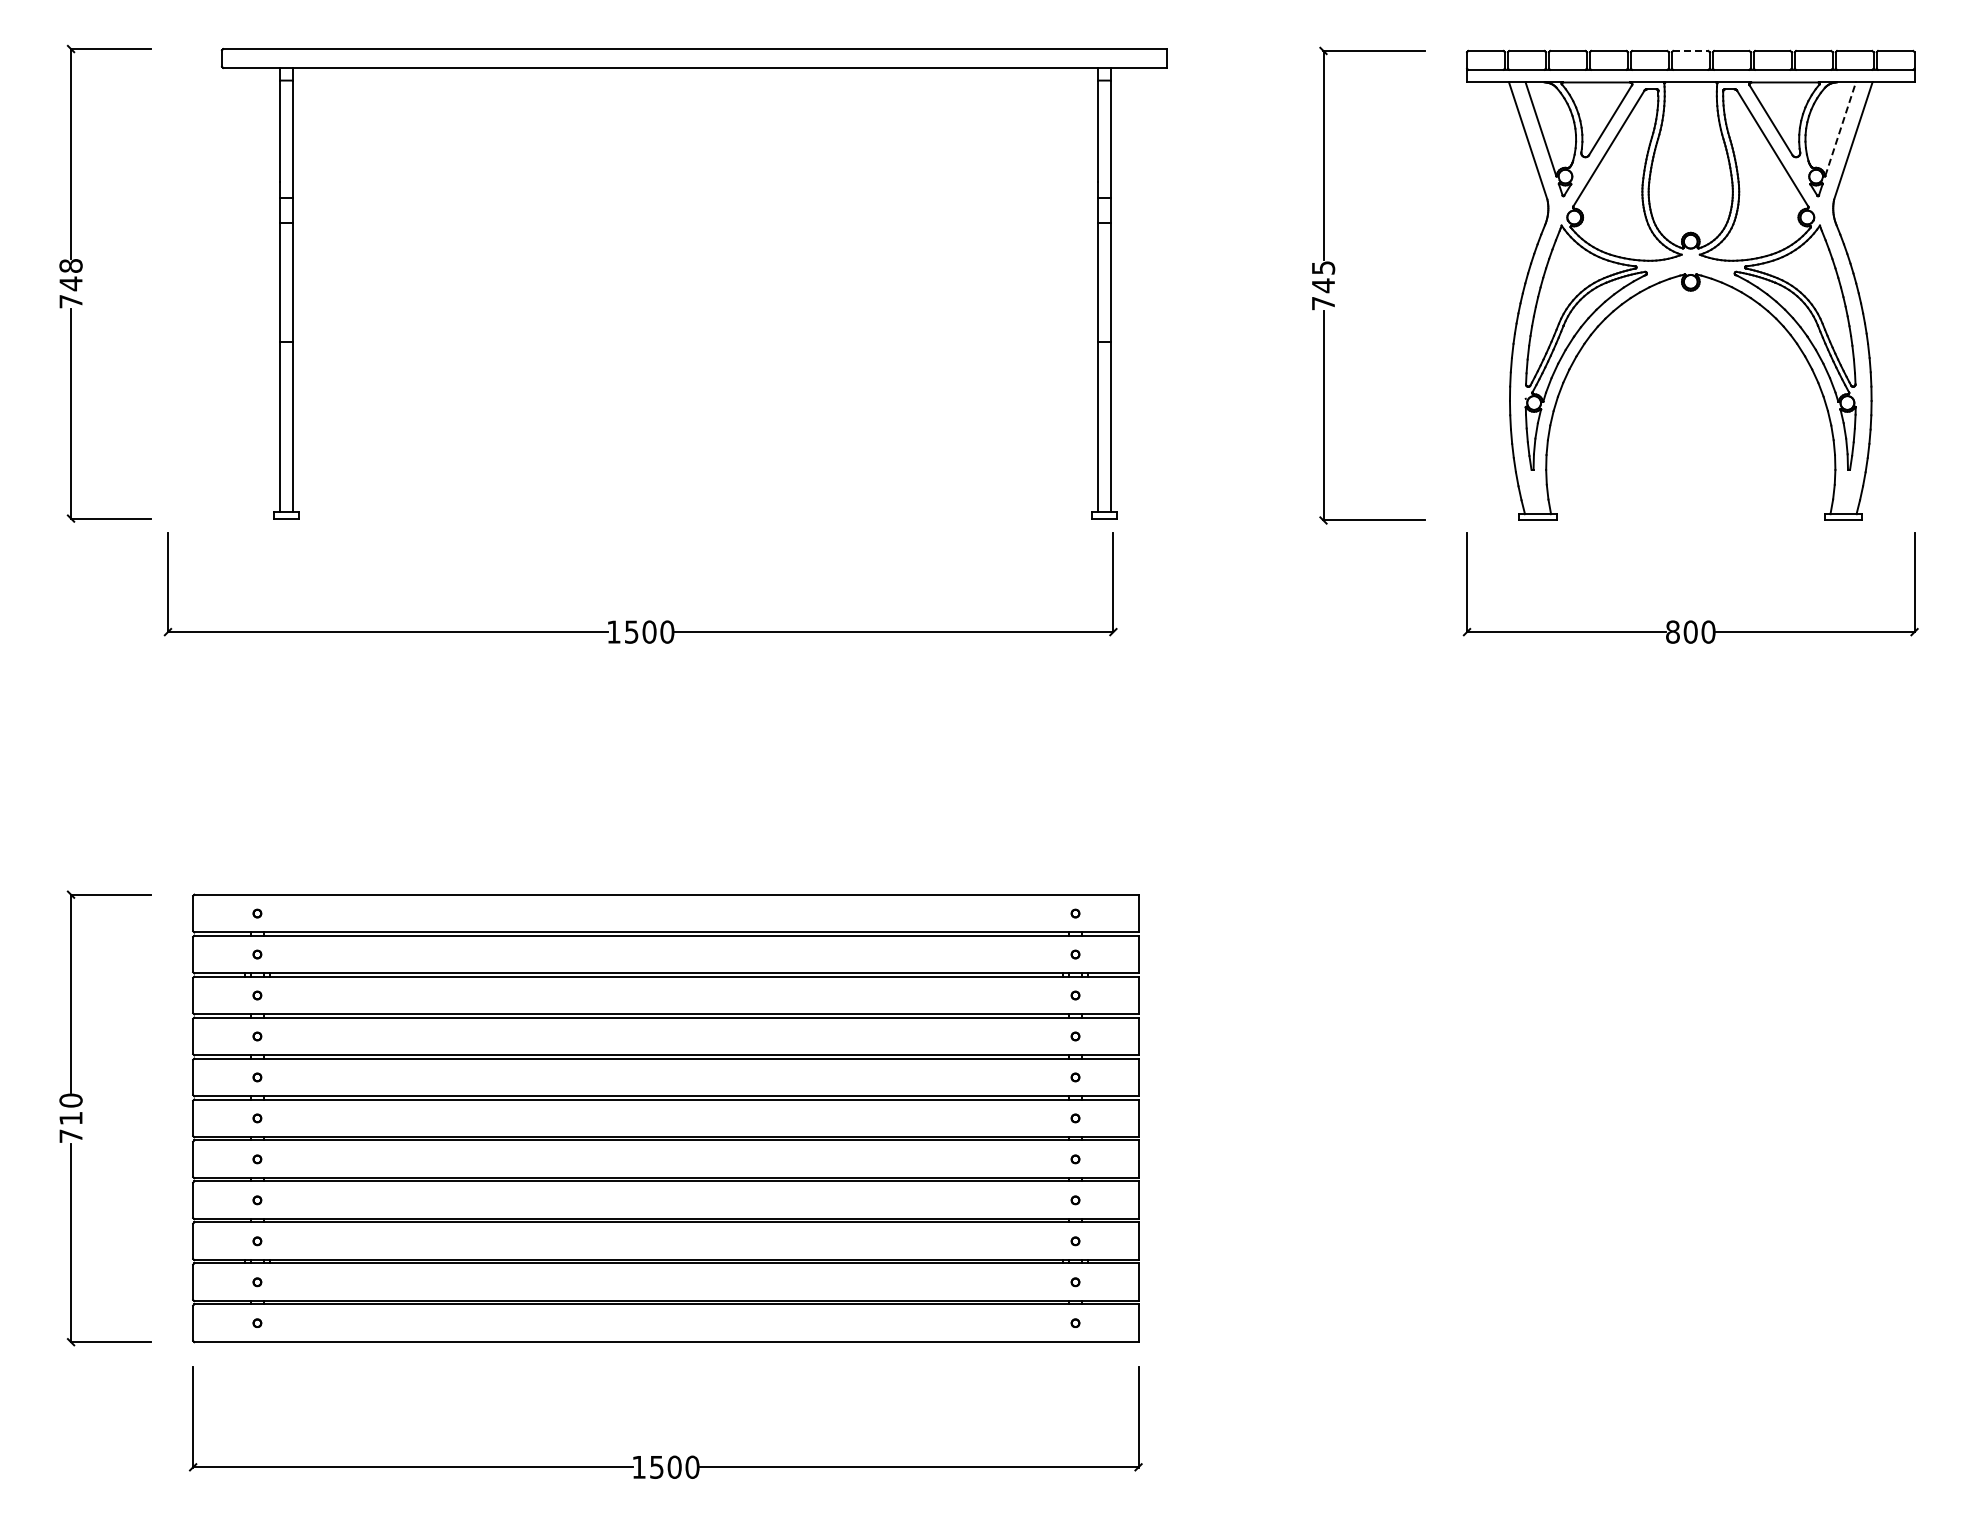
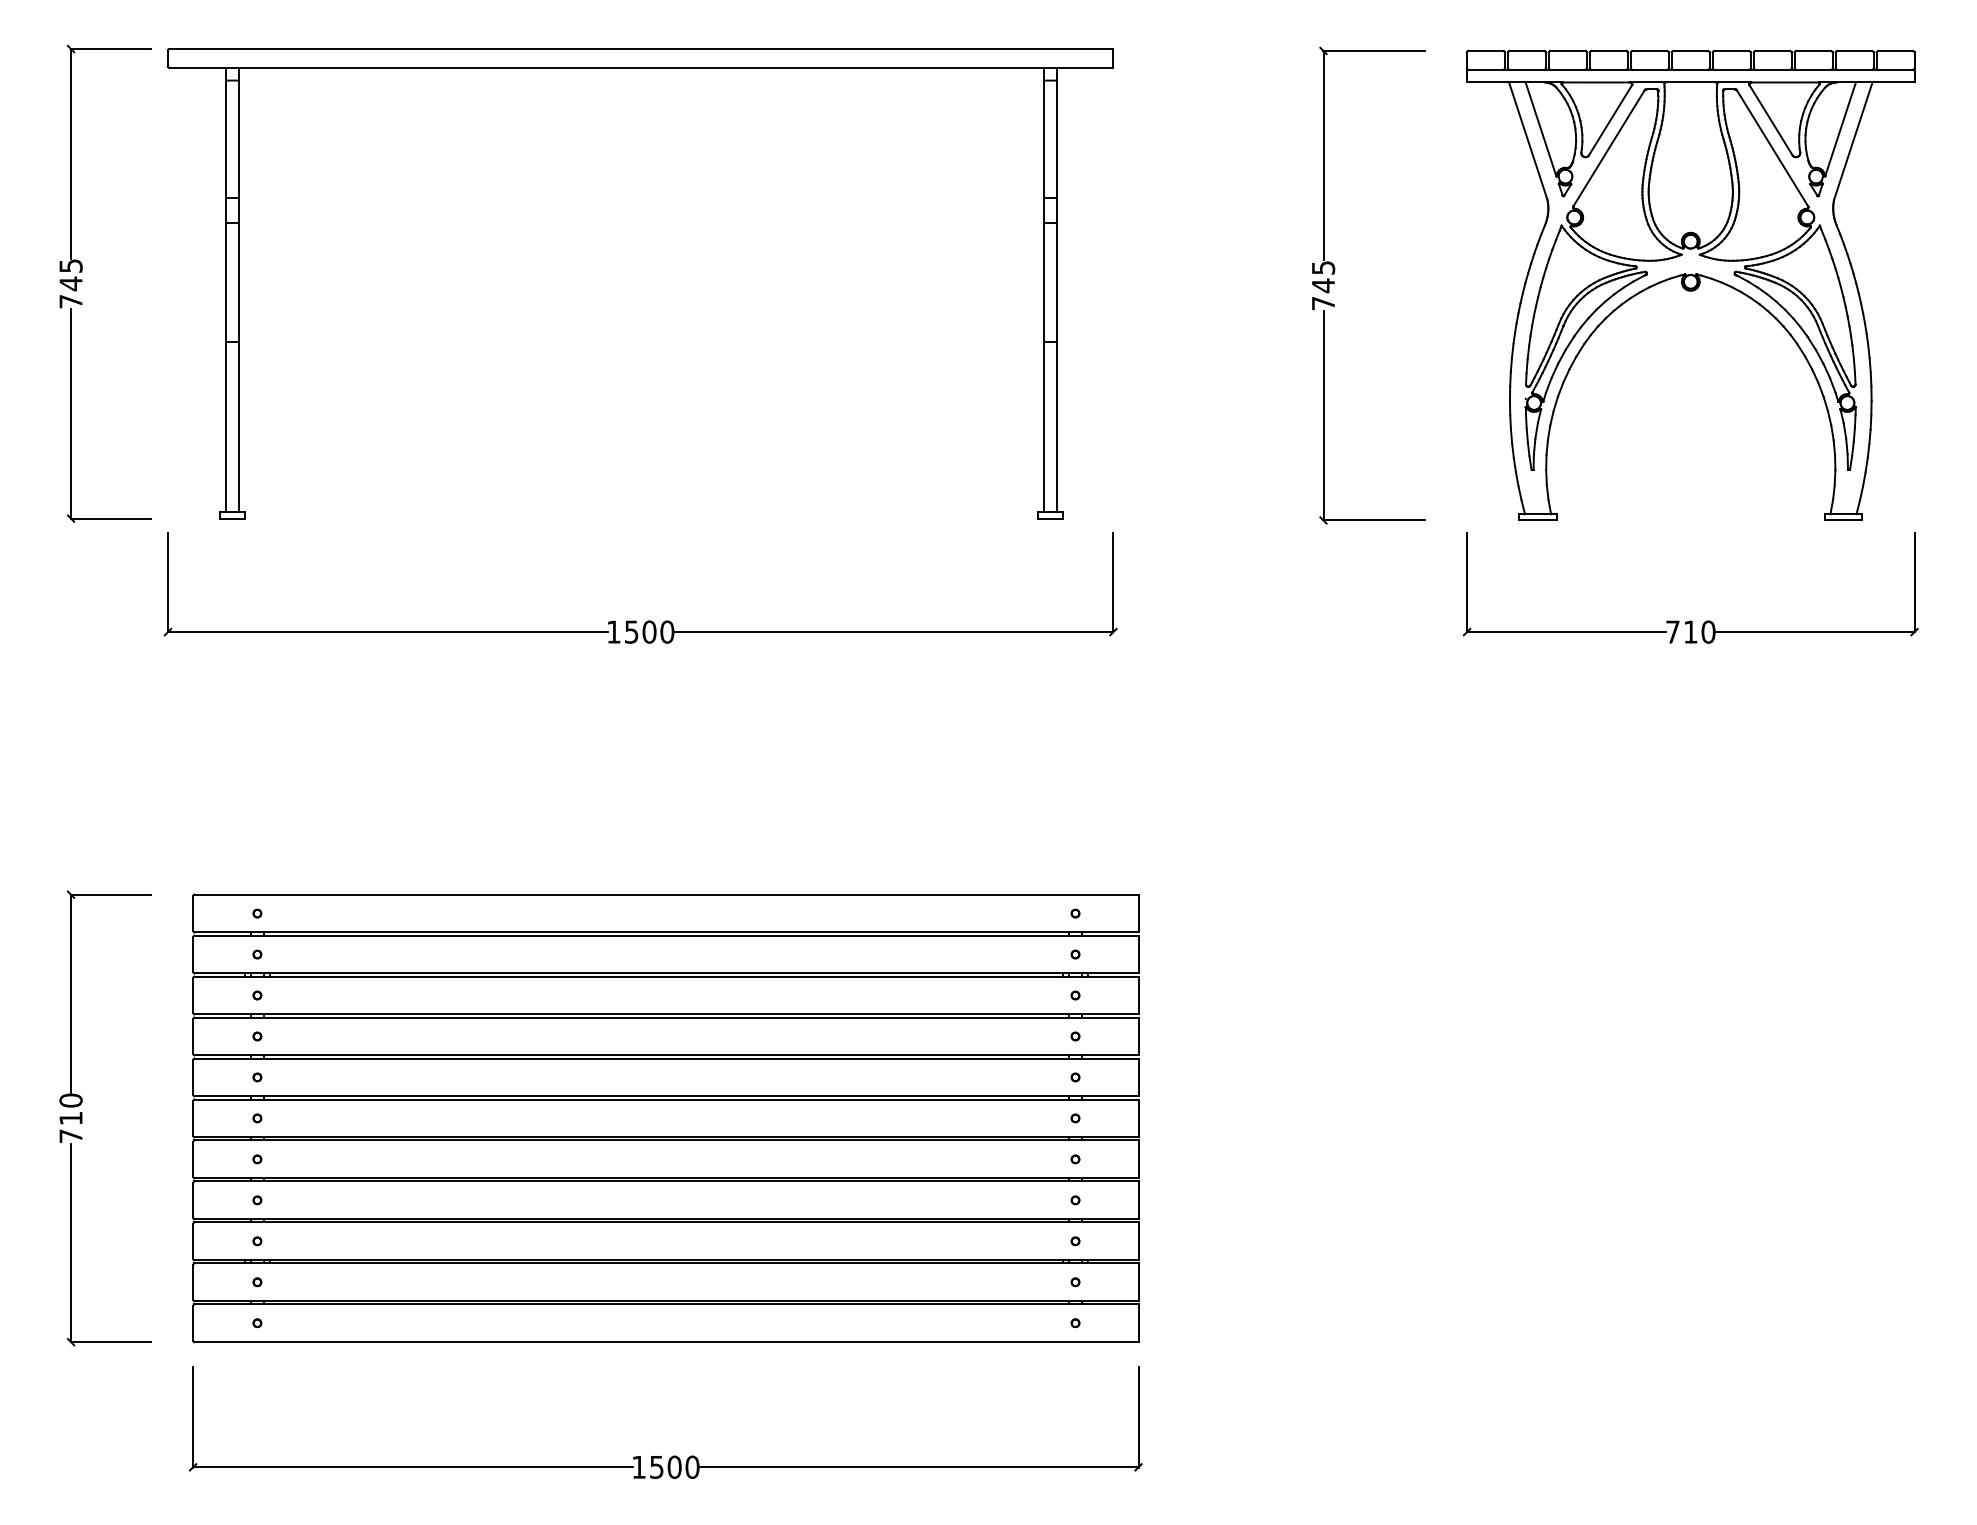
line at (1690, 50): dashed -> solid
part at (693, 68) position: (693, 68) -> (639, 68)
line at (1840, 128): dashed -> solid
text at (70, 265): 748 -> 745
text at (1681, 631): 800 -> 710
